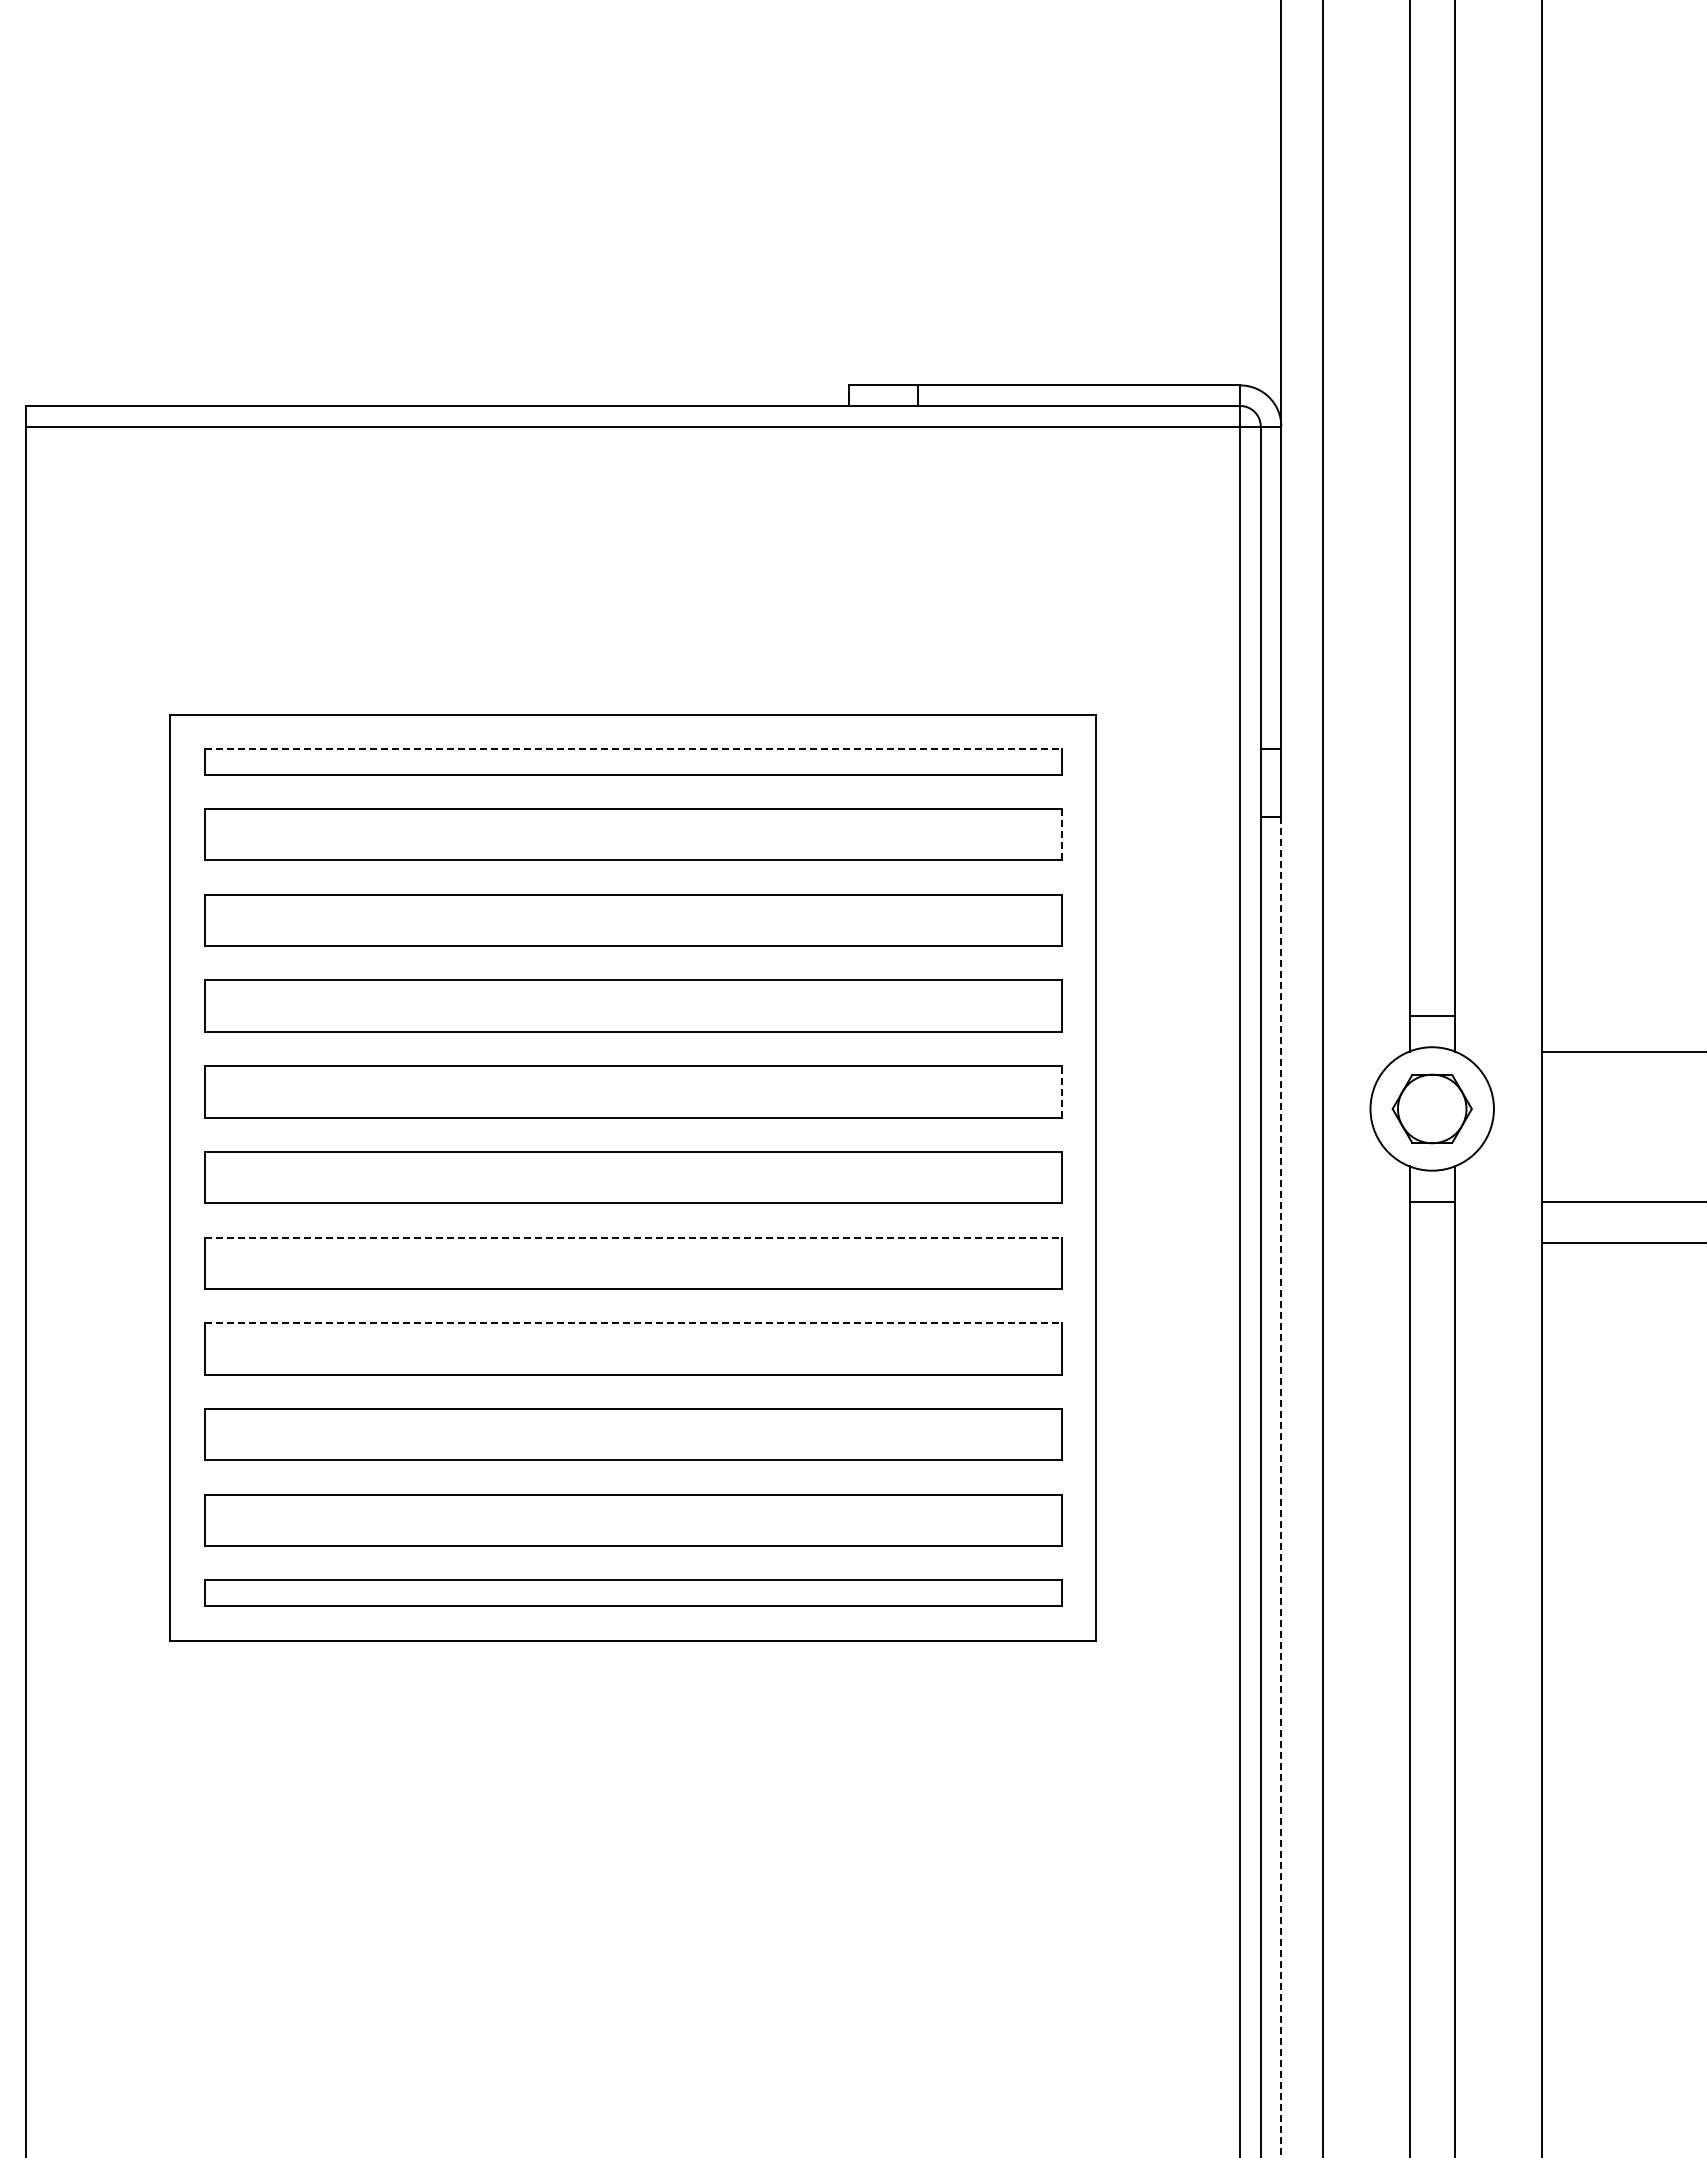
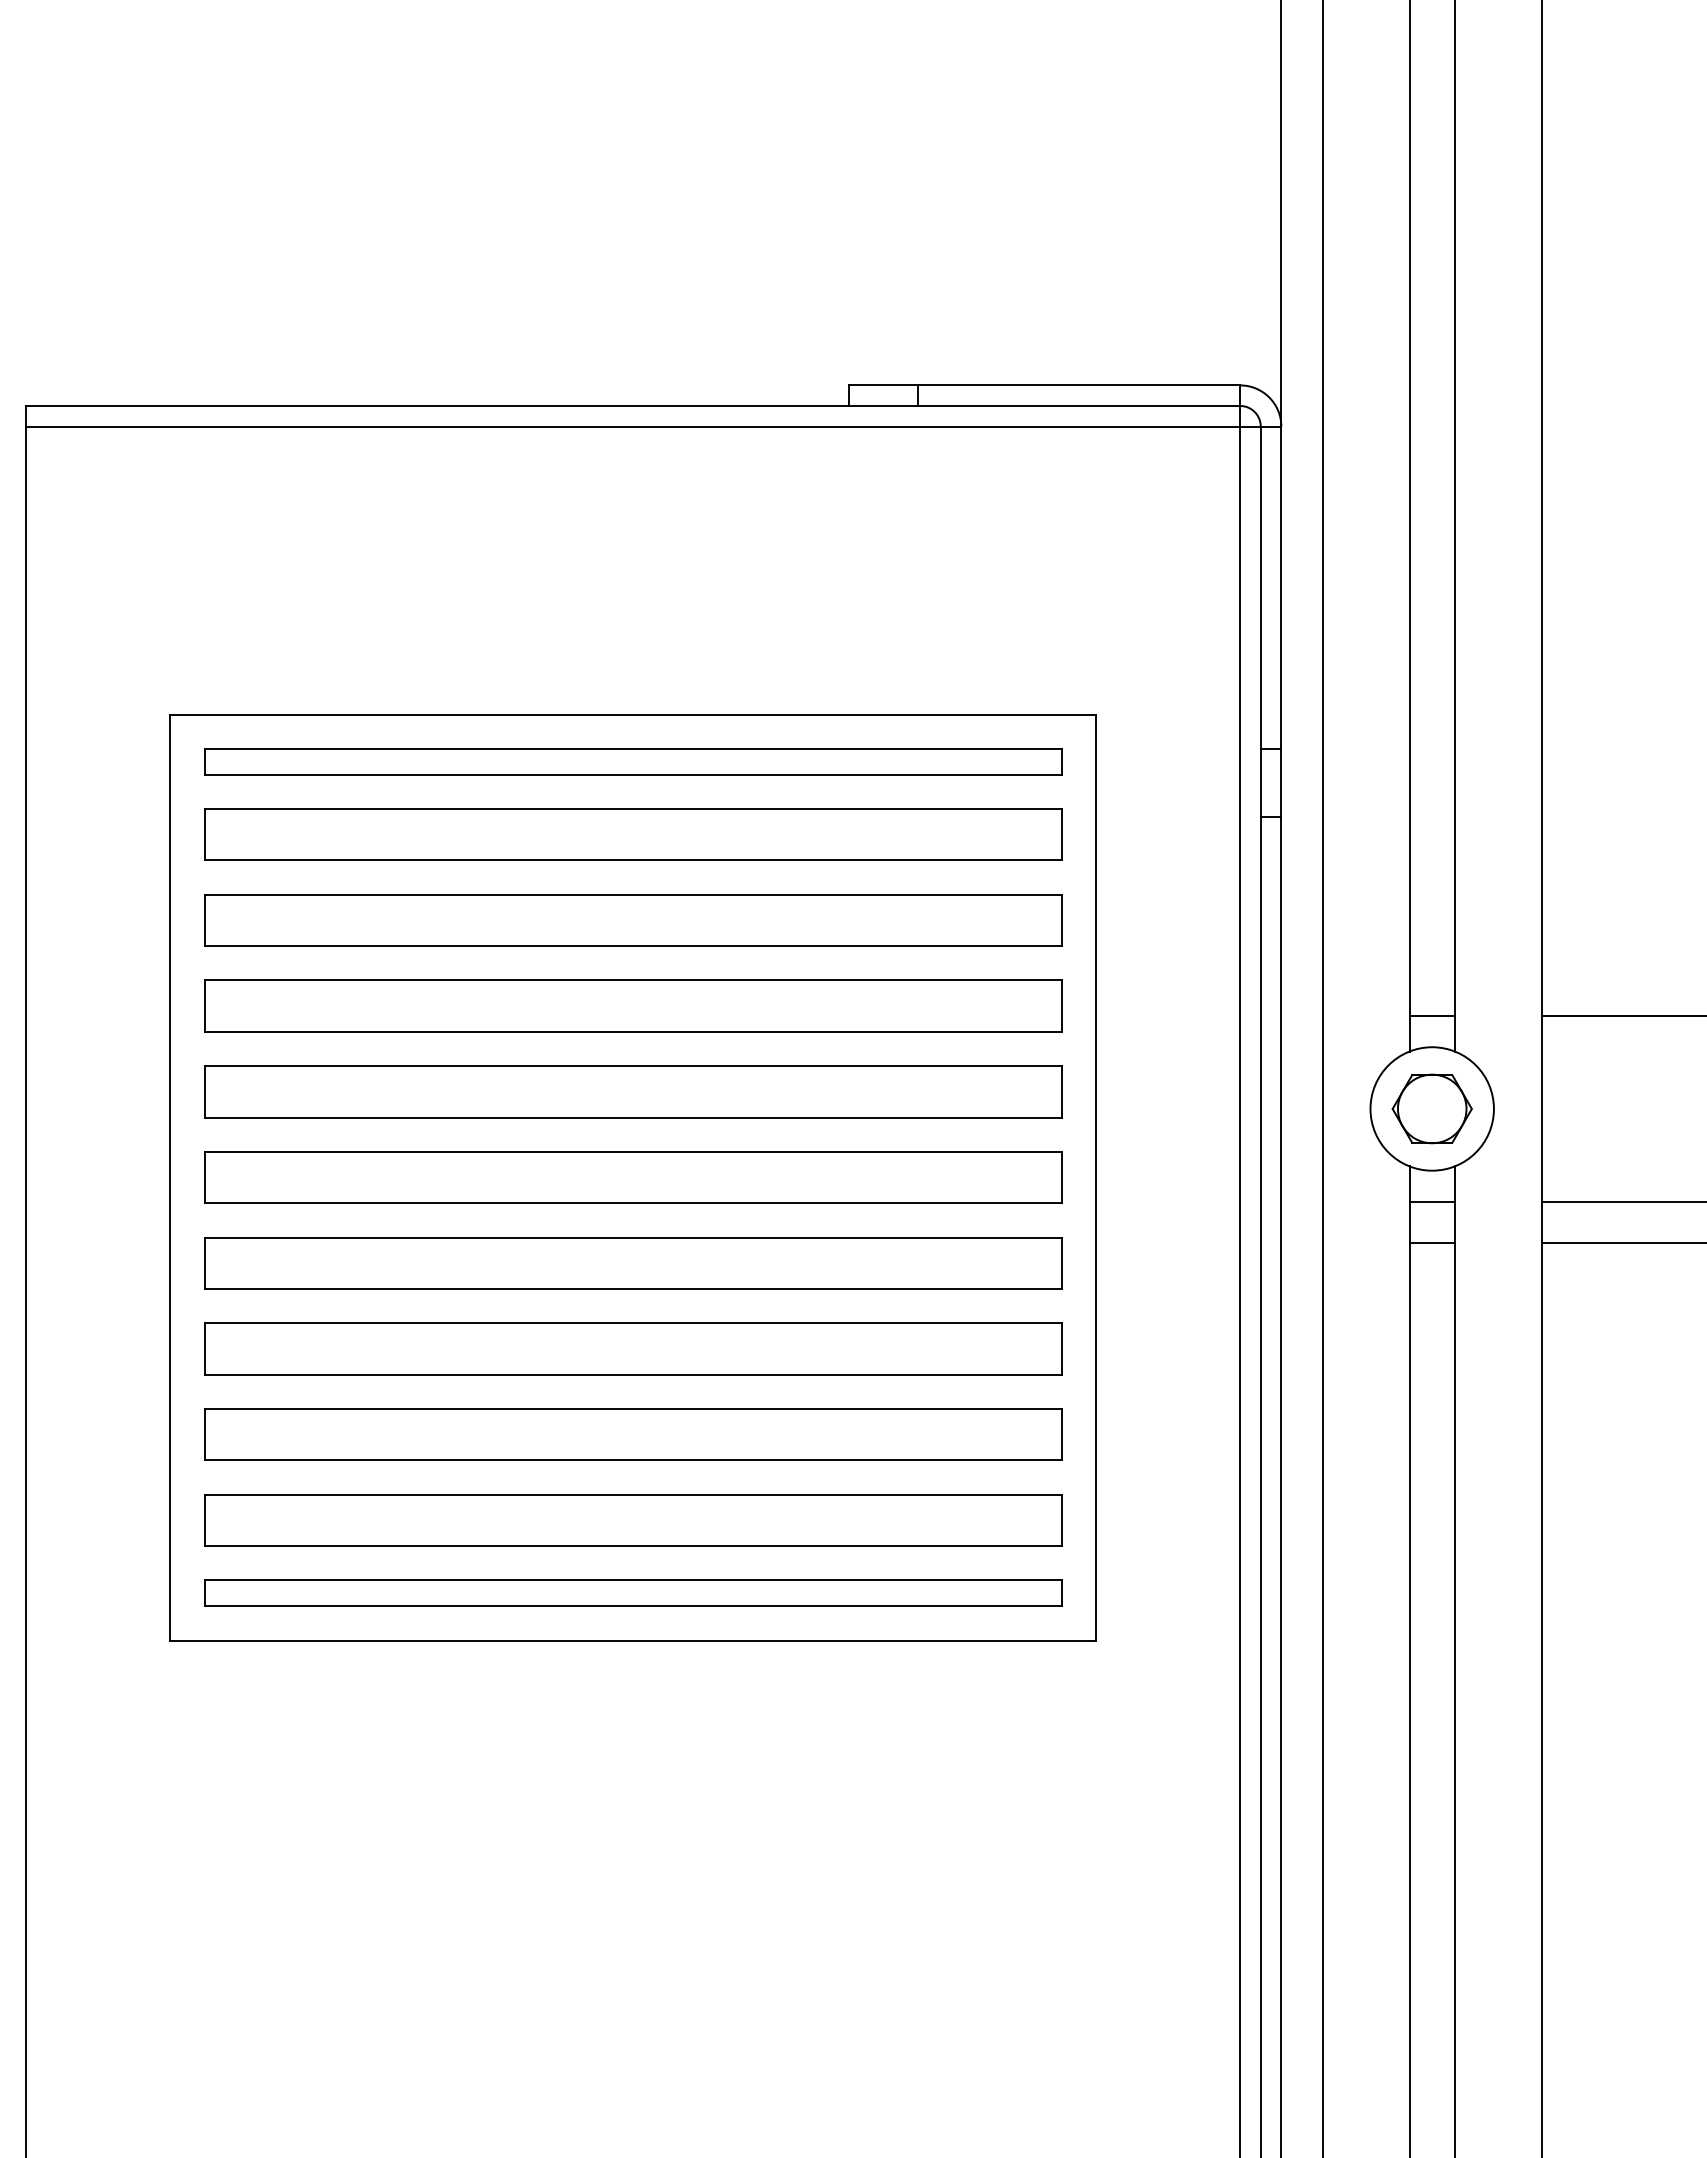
line at (633, 748): dashed -> solid
line at (1061, 834): dashed -> solid
line at (1622, 1052) position: (1622, 1052) -> (1622, 1016)
line at (1061, 1091): dashed -> solid
line at (633, 1237): dashed -> solid
line at (1431, 1242): none -> present
line at (633, 1323): dashed -> solid
line at (1281, 1487): dashed -> solid
